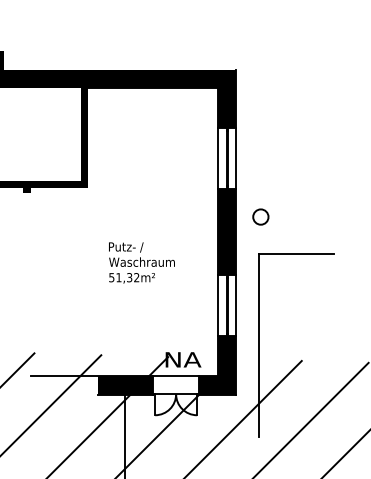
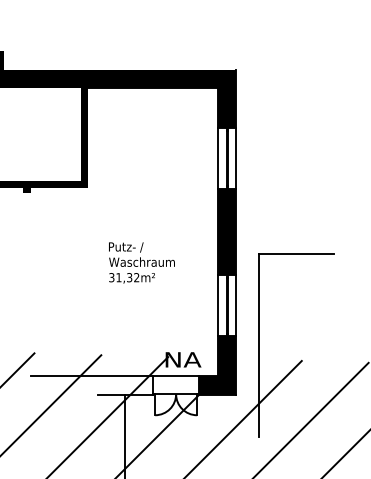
circle at (260, 216): present -> none
text at (111, 277): 51,32m² -> 31,32m²
fill at (125, 385): present -> none
